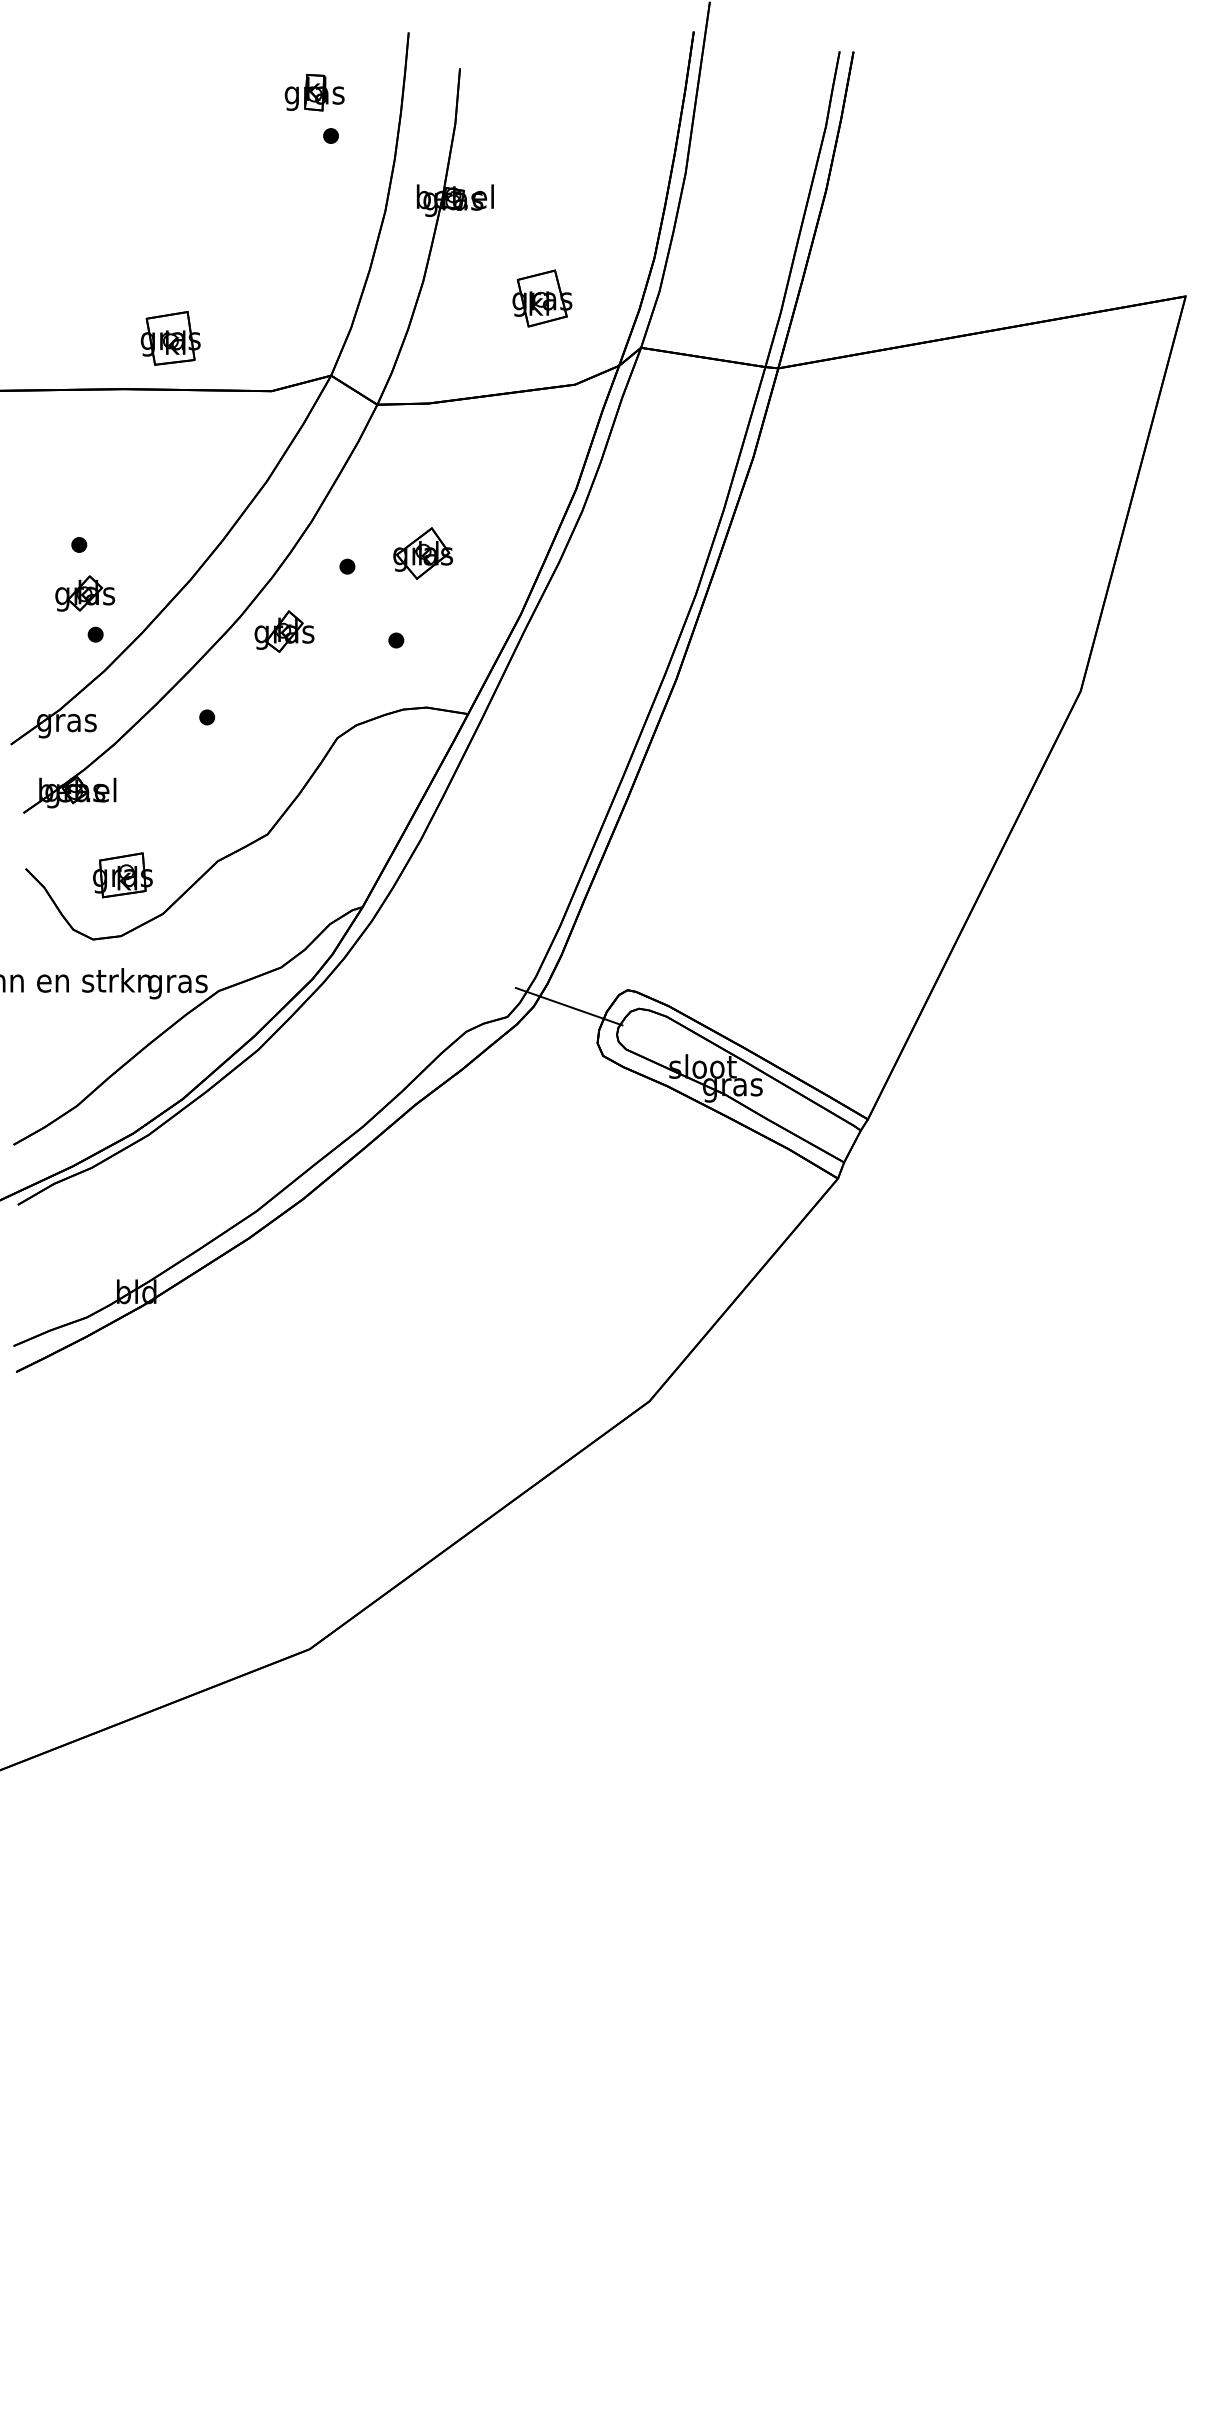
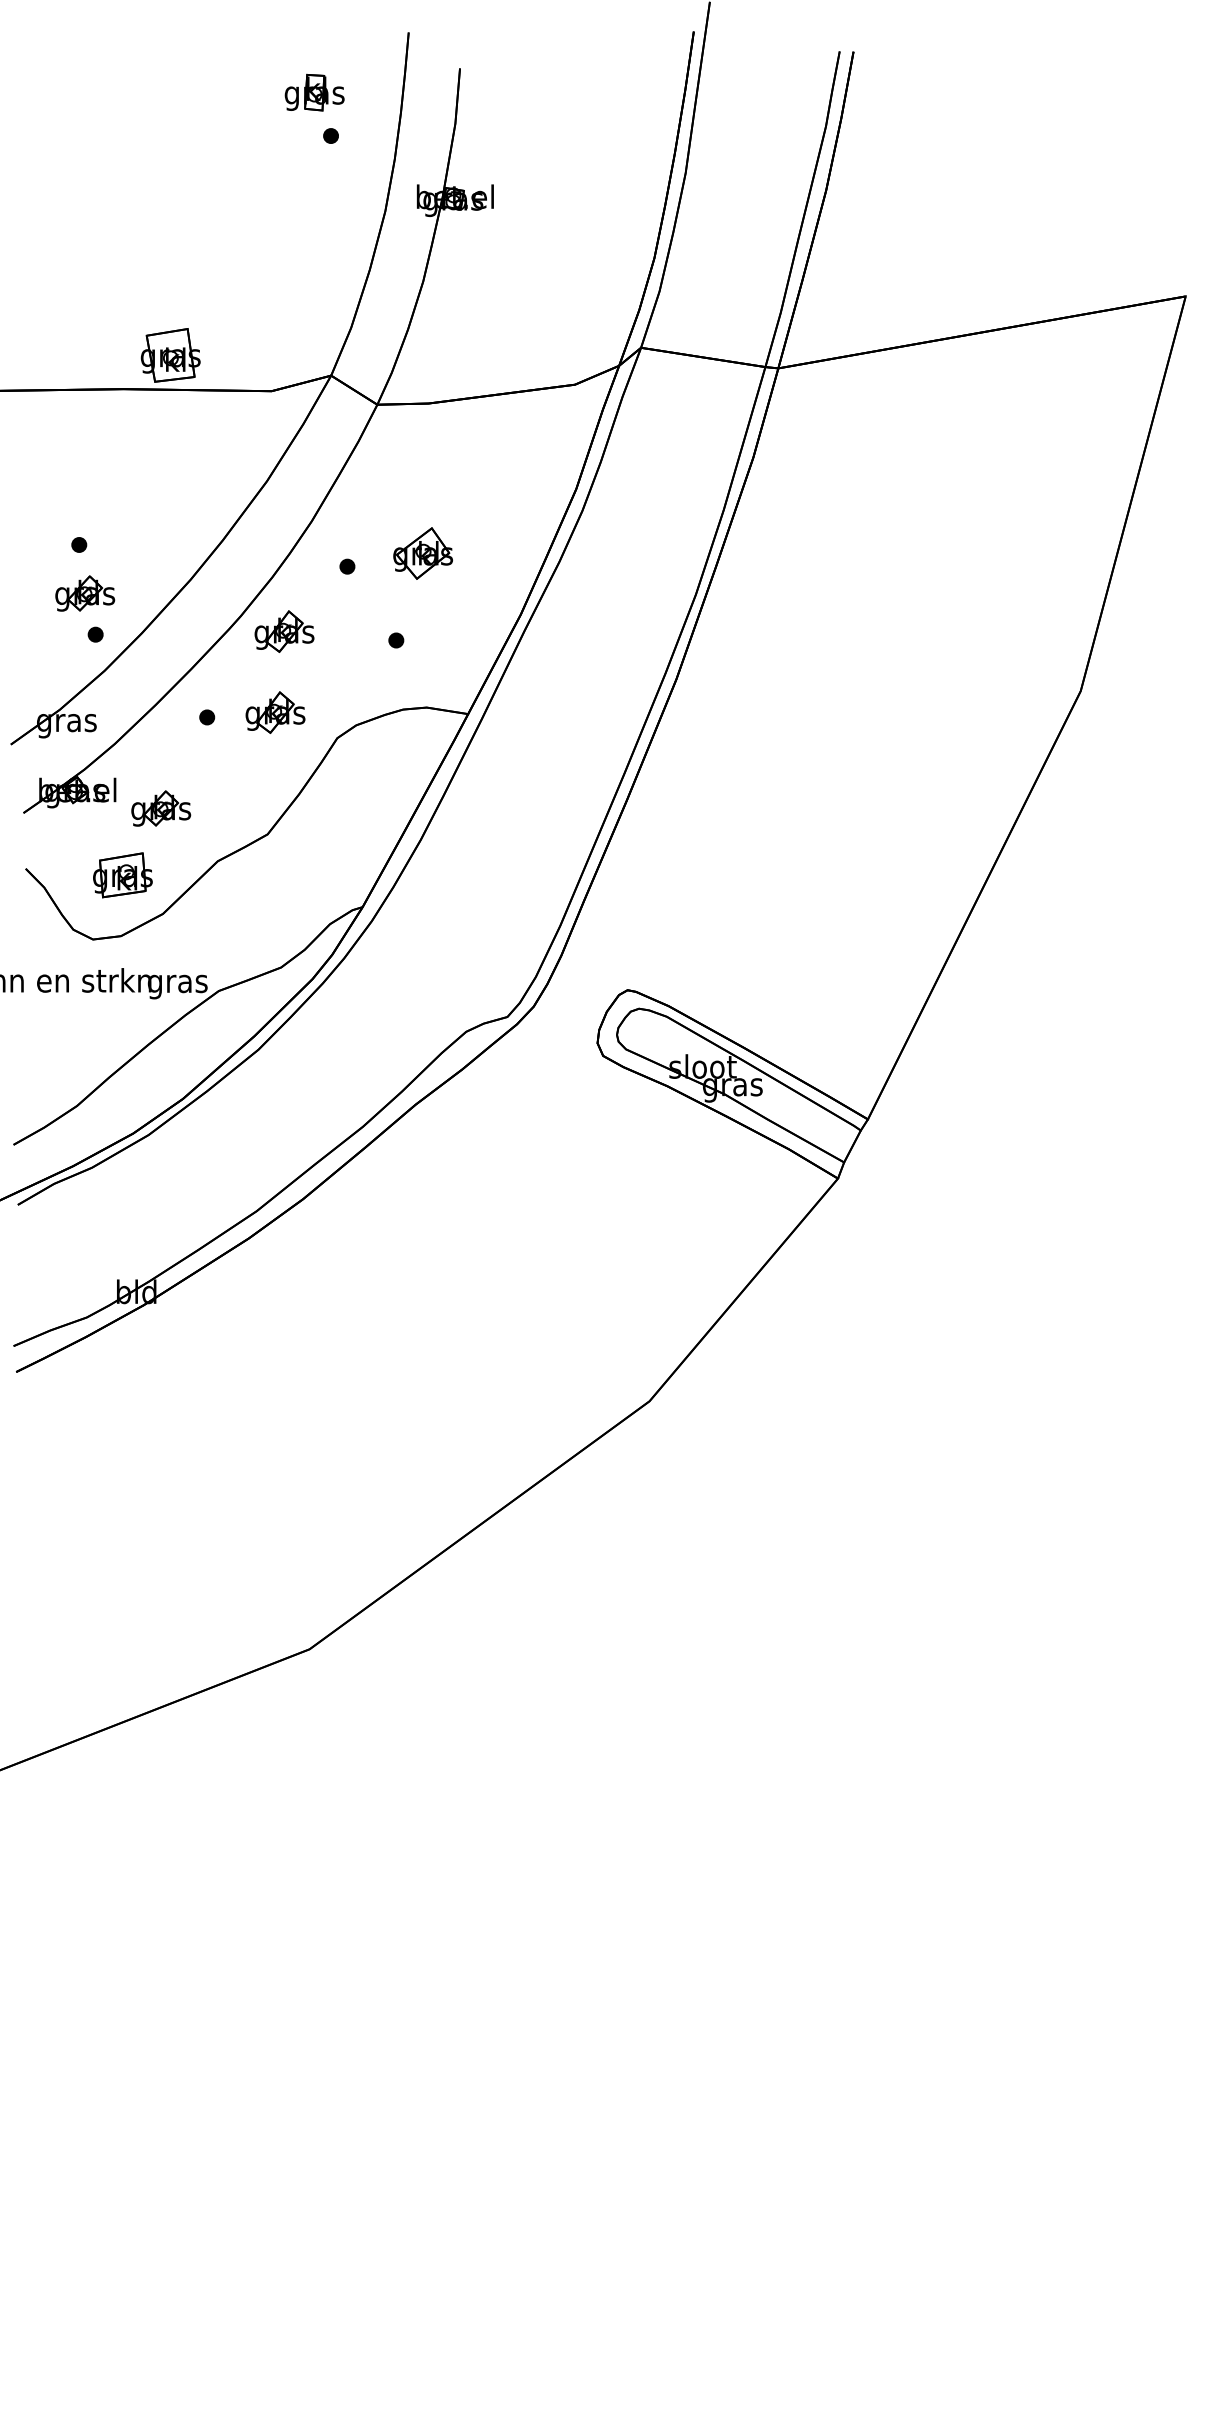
part at (542, 298): present -> none
part at (170, 338) position: (170, 338) -> (170, 355)
part at (275, 712): none -> present
part at (161, 808): none -> present
line at (568, 1006): present -> none
